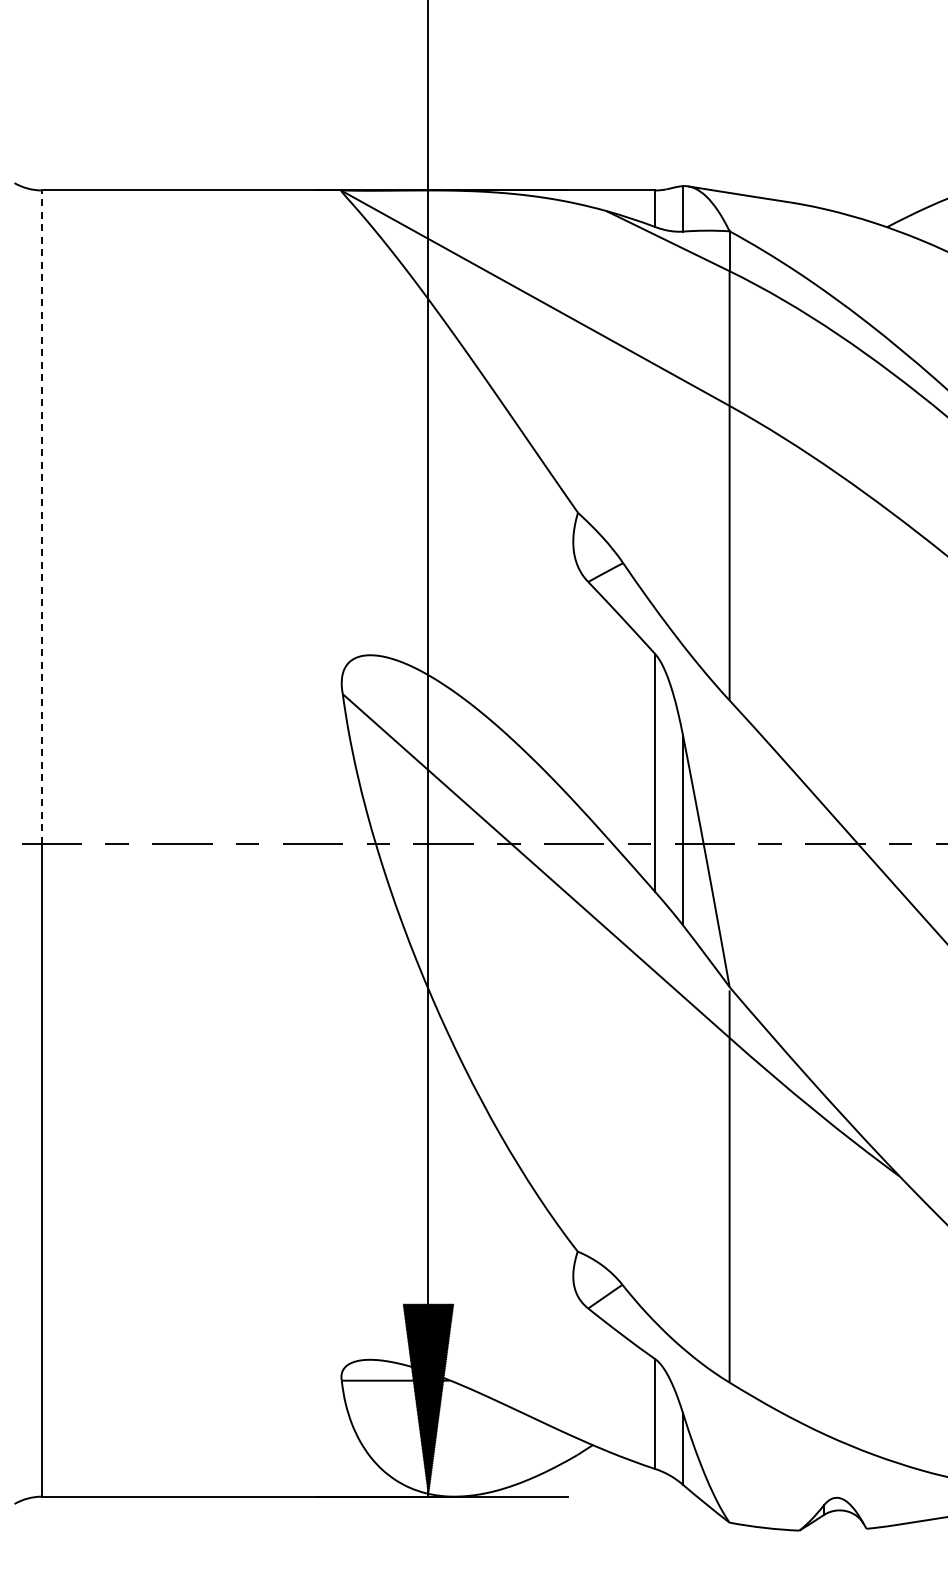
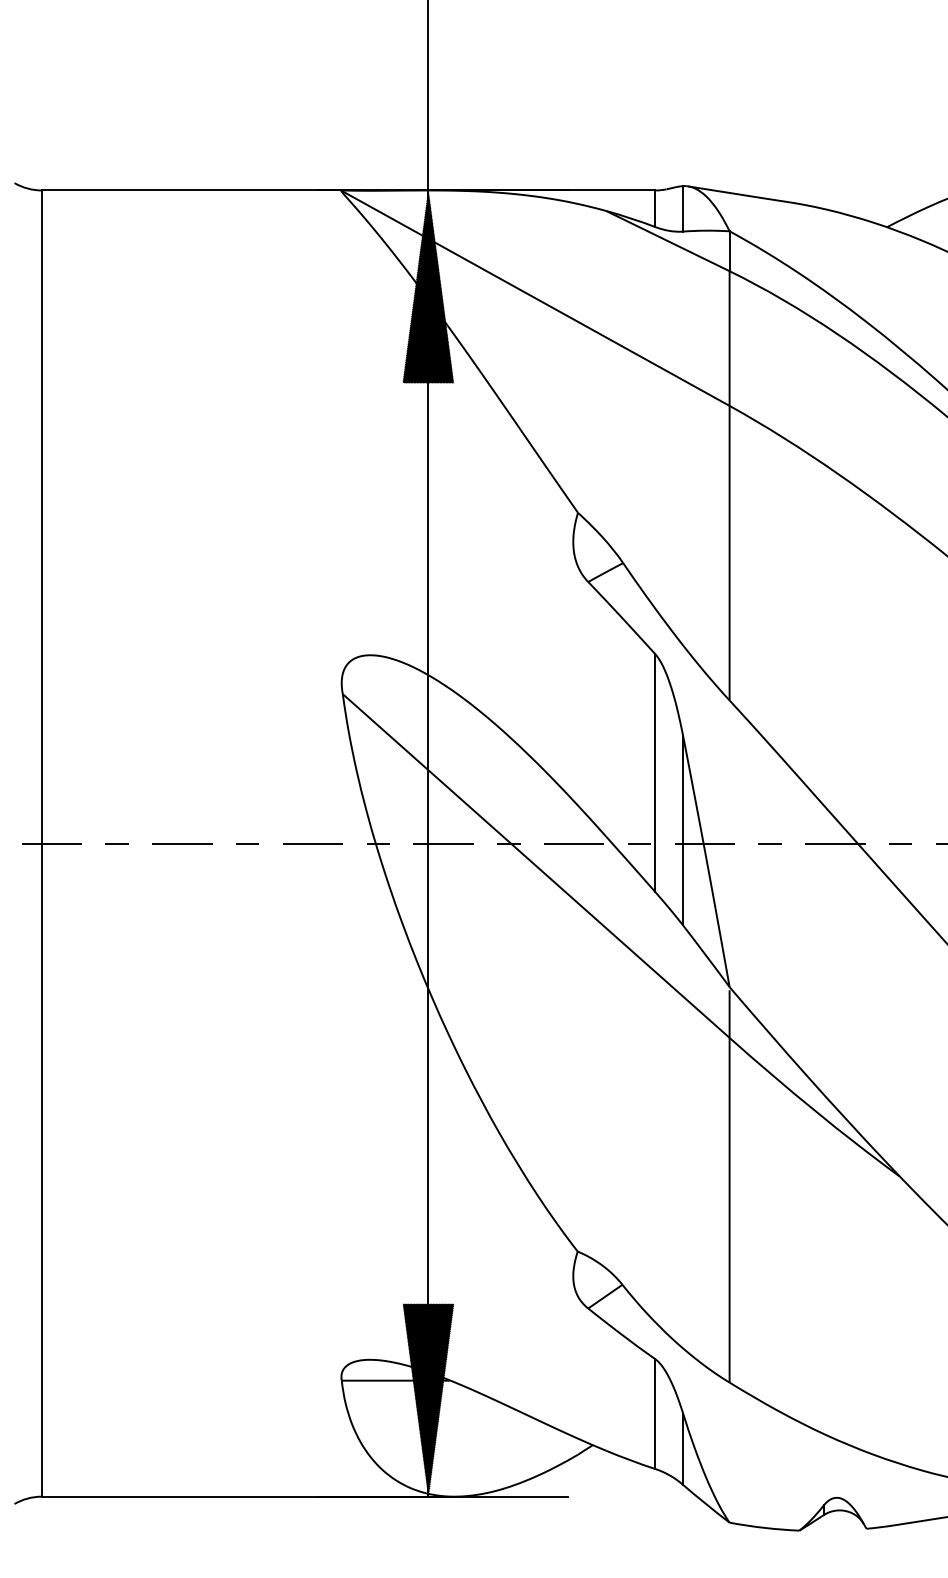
hatch at (428, 286): none -> present
line at (42, 517): dashed -> solid
